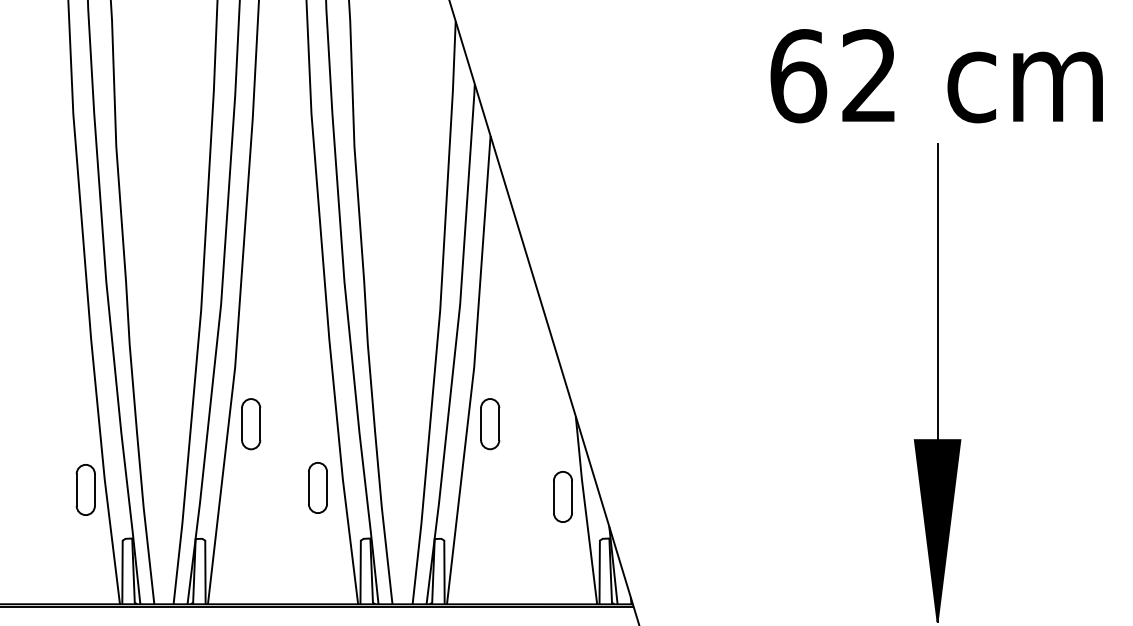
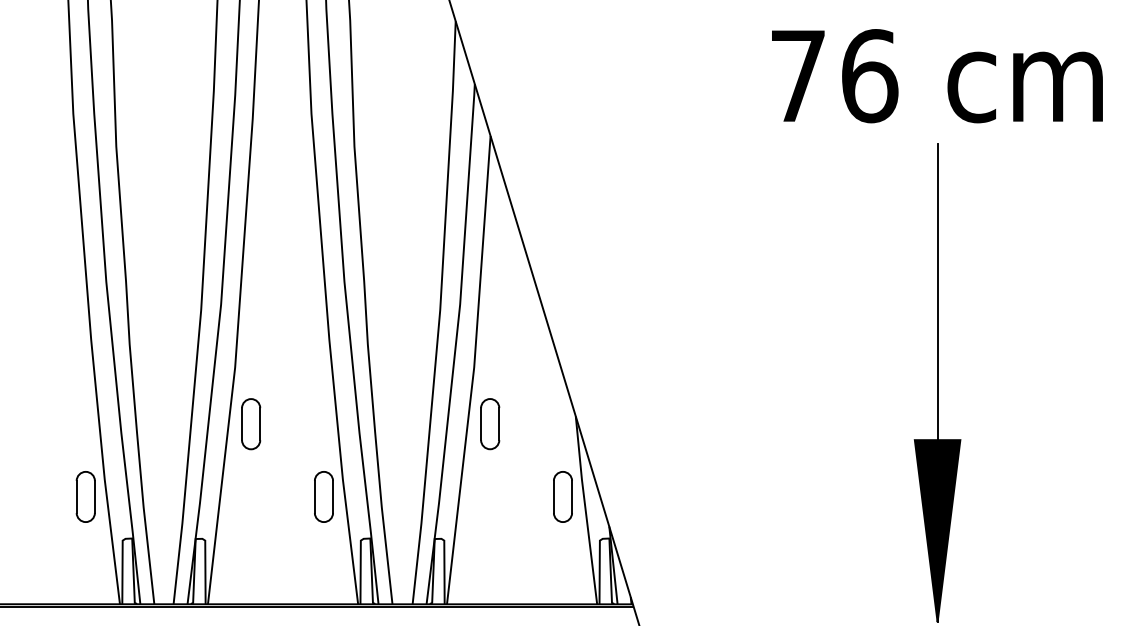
text at (834, 76): 62 -> 76
part at (317, 487) position: (317, 487) -> (323, 496)
part at (85, 489) position: (85, 489) -> (85, 496)
